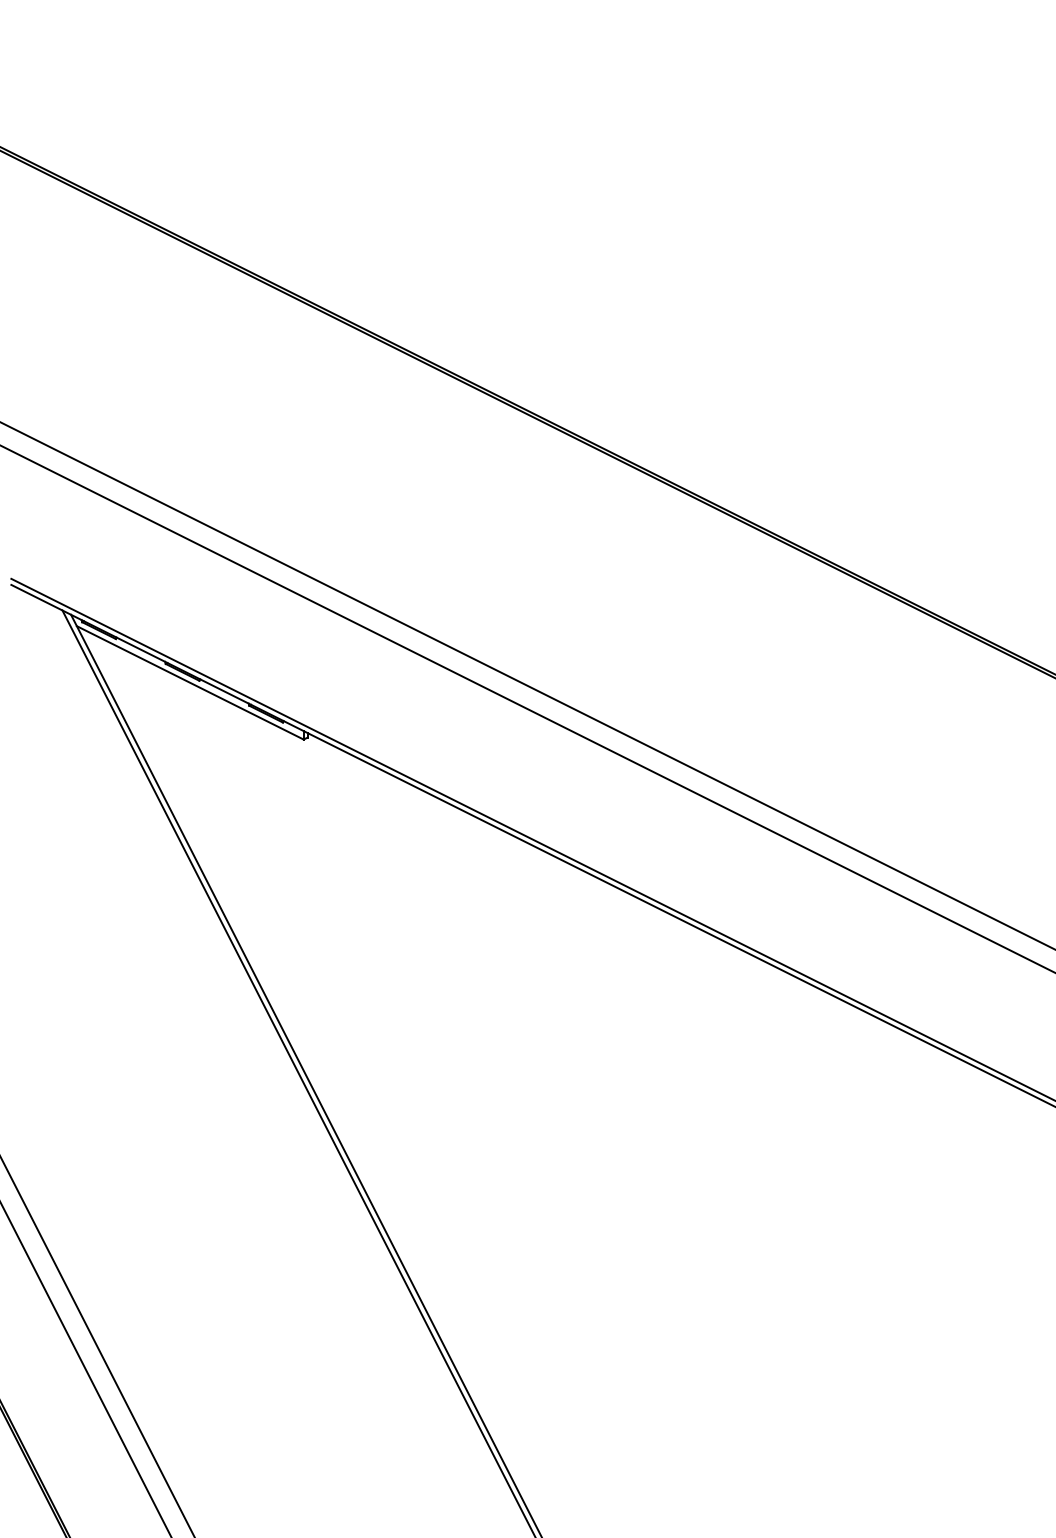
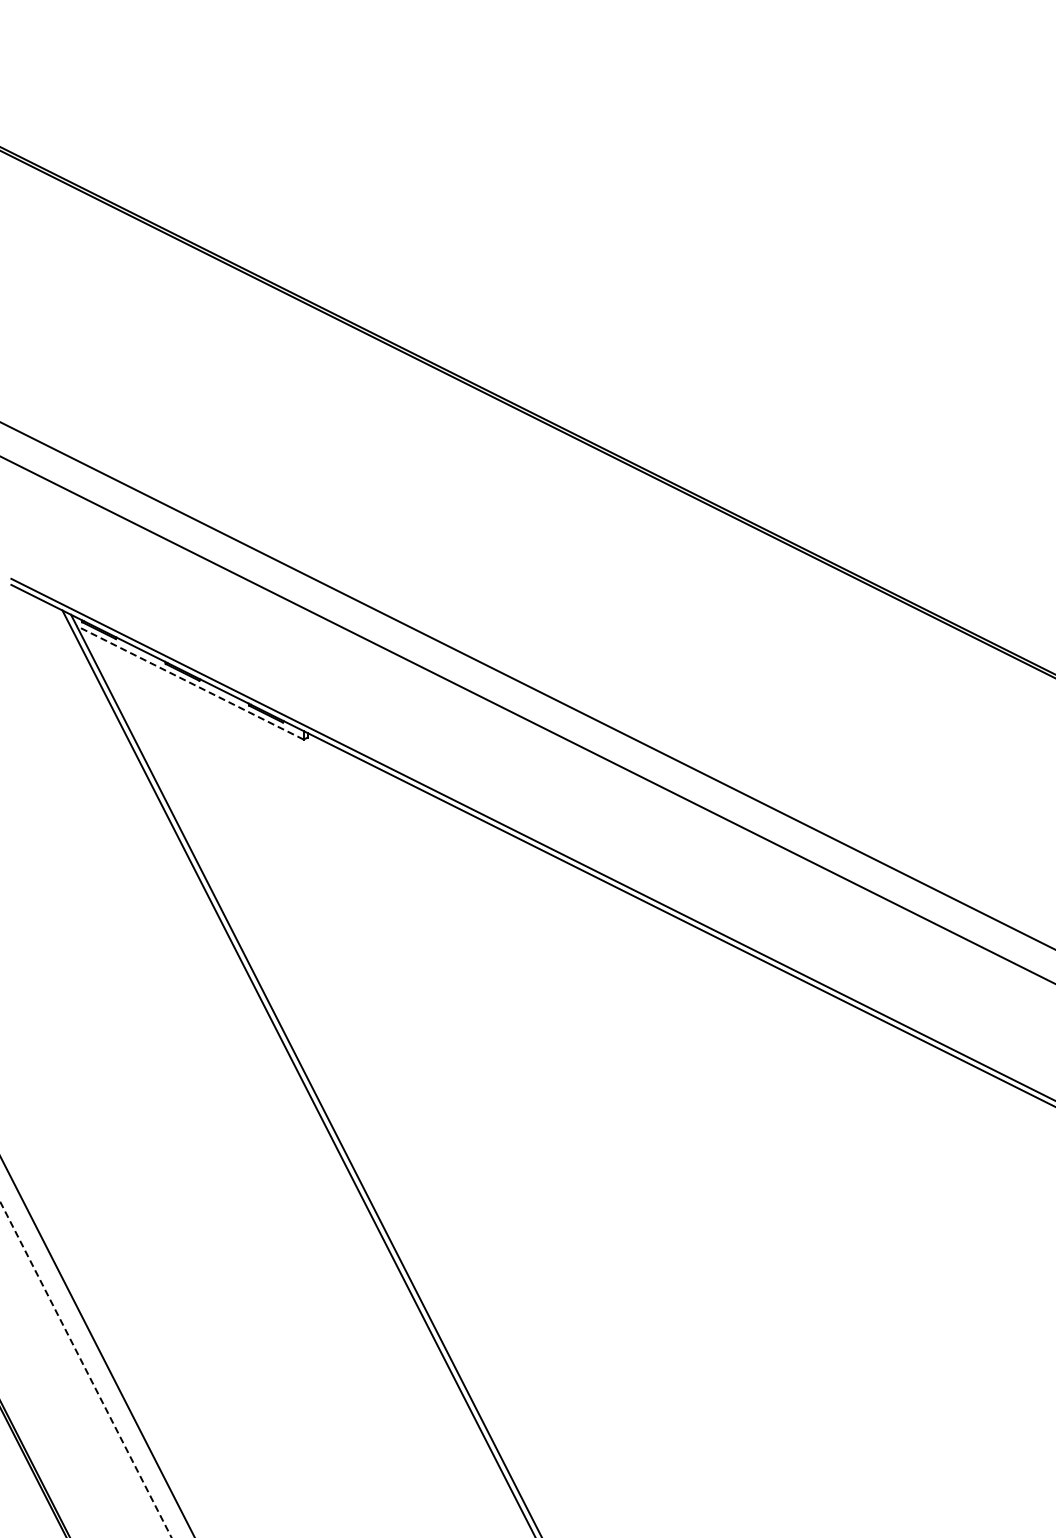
line at (190, 682): solid -> dashed
line at (527, 708) position: (527, 708) -> (527, 719)
line at (85, 1369): solid -> dashed
